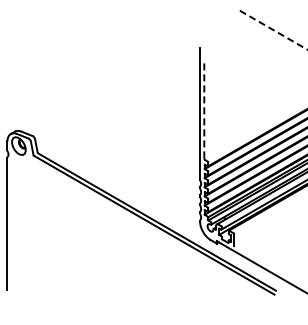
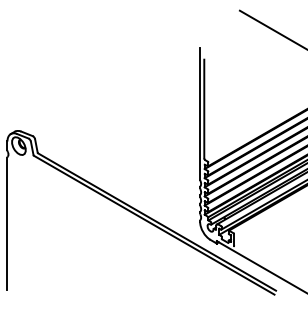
line at (273, 30): dashed -> solid
line at (204, 108): dashed -> solid
